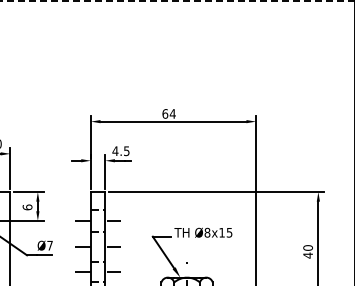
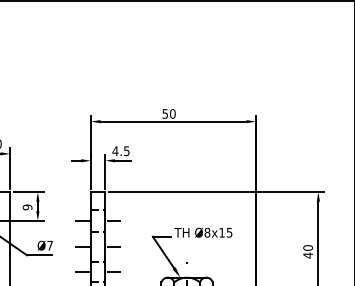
line at (177, 0): dashed -> solid
text at (168, 113): 64 -> 50
text at (27, 207): 6 -> 9
